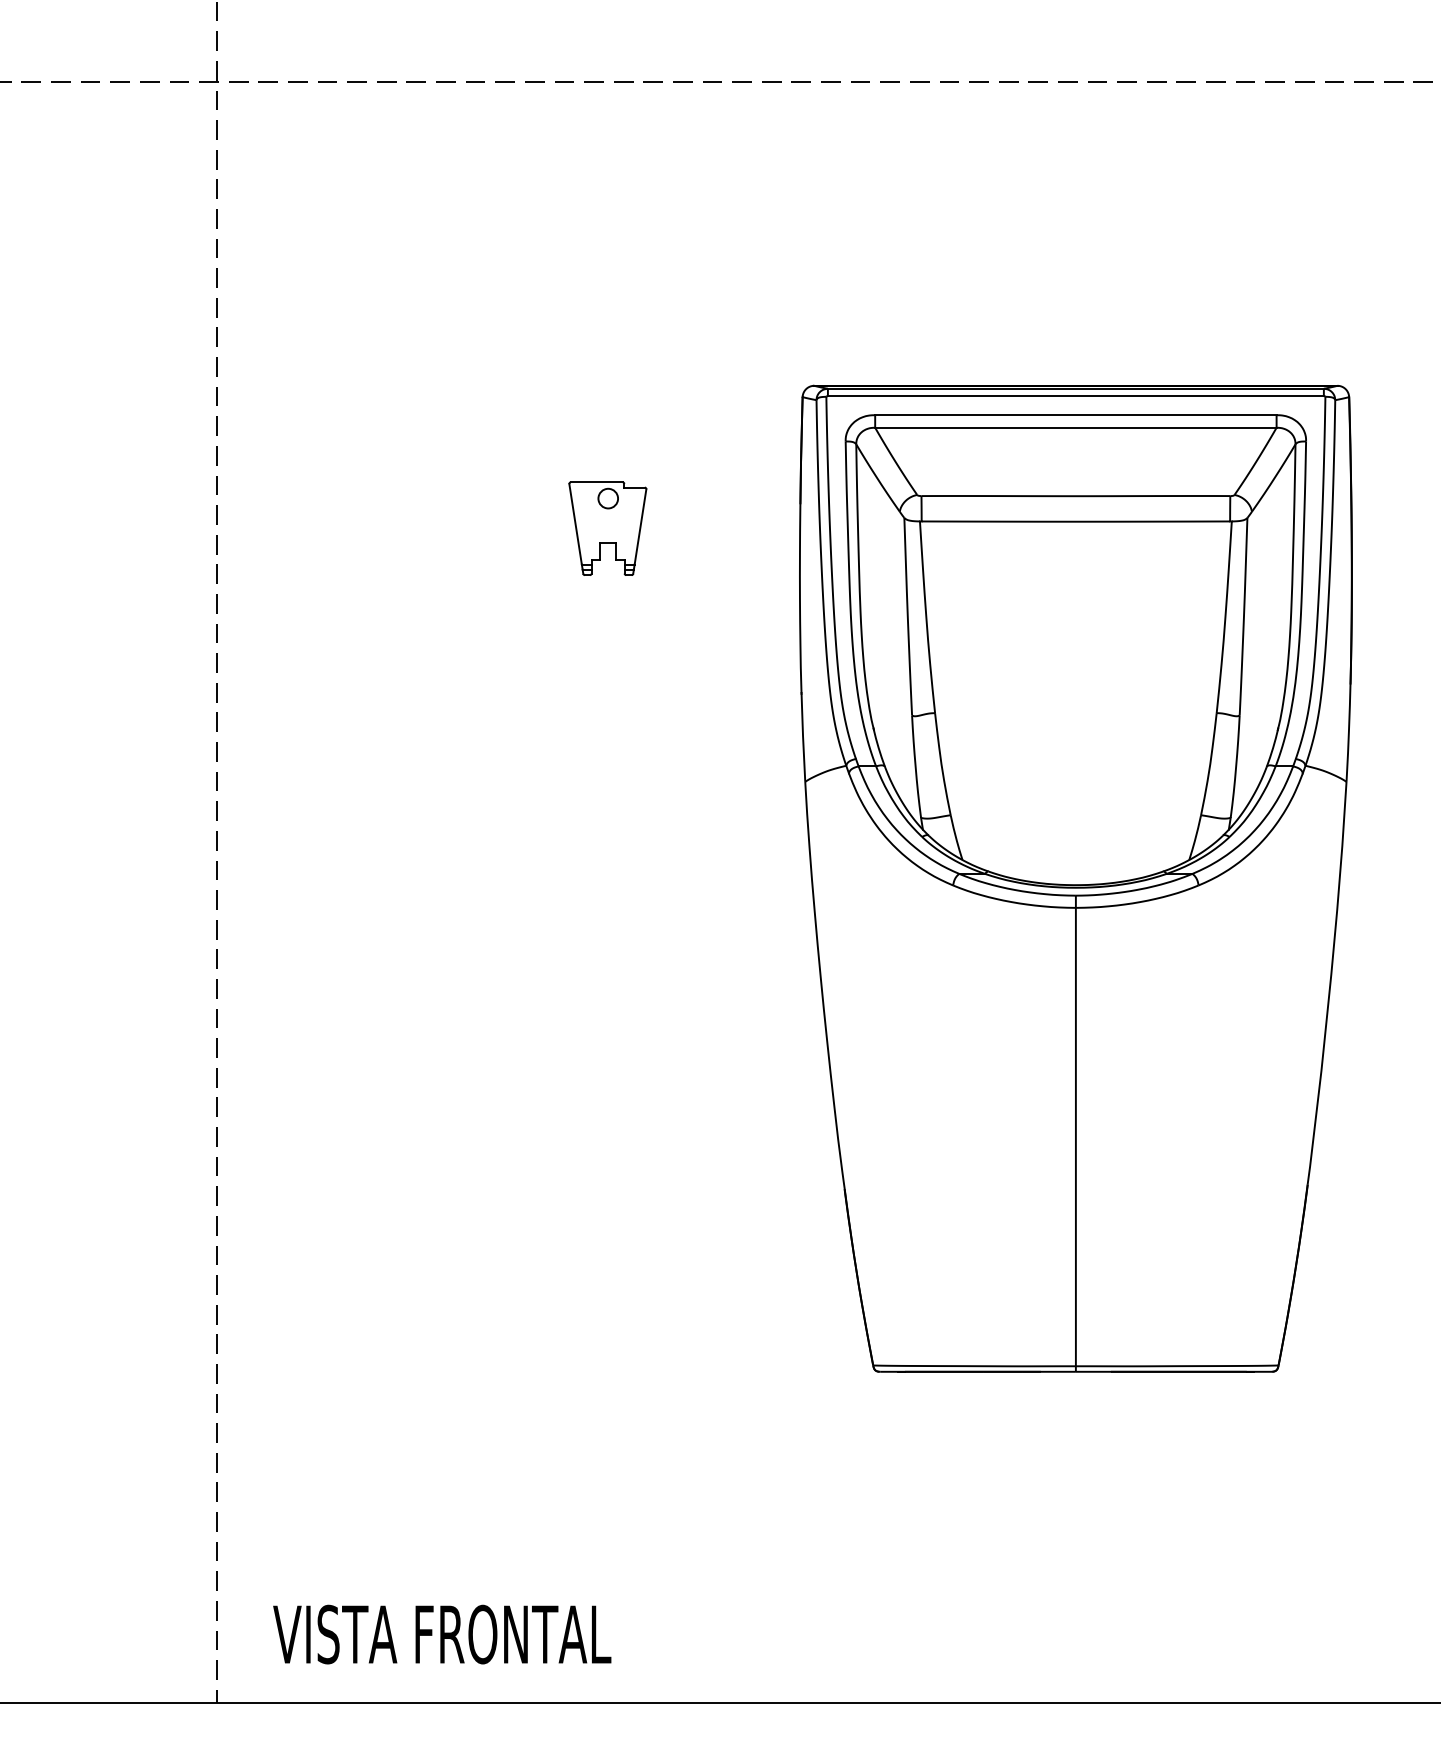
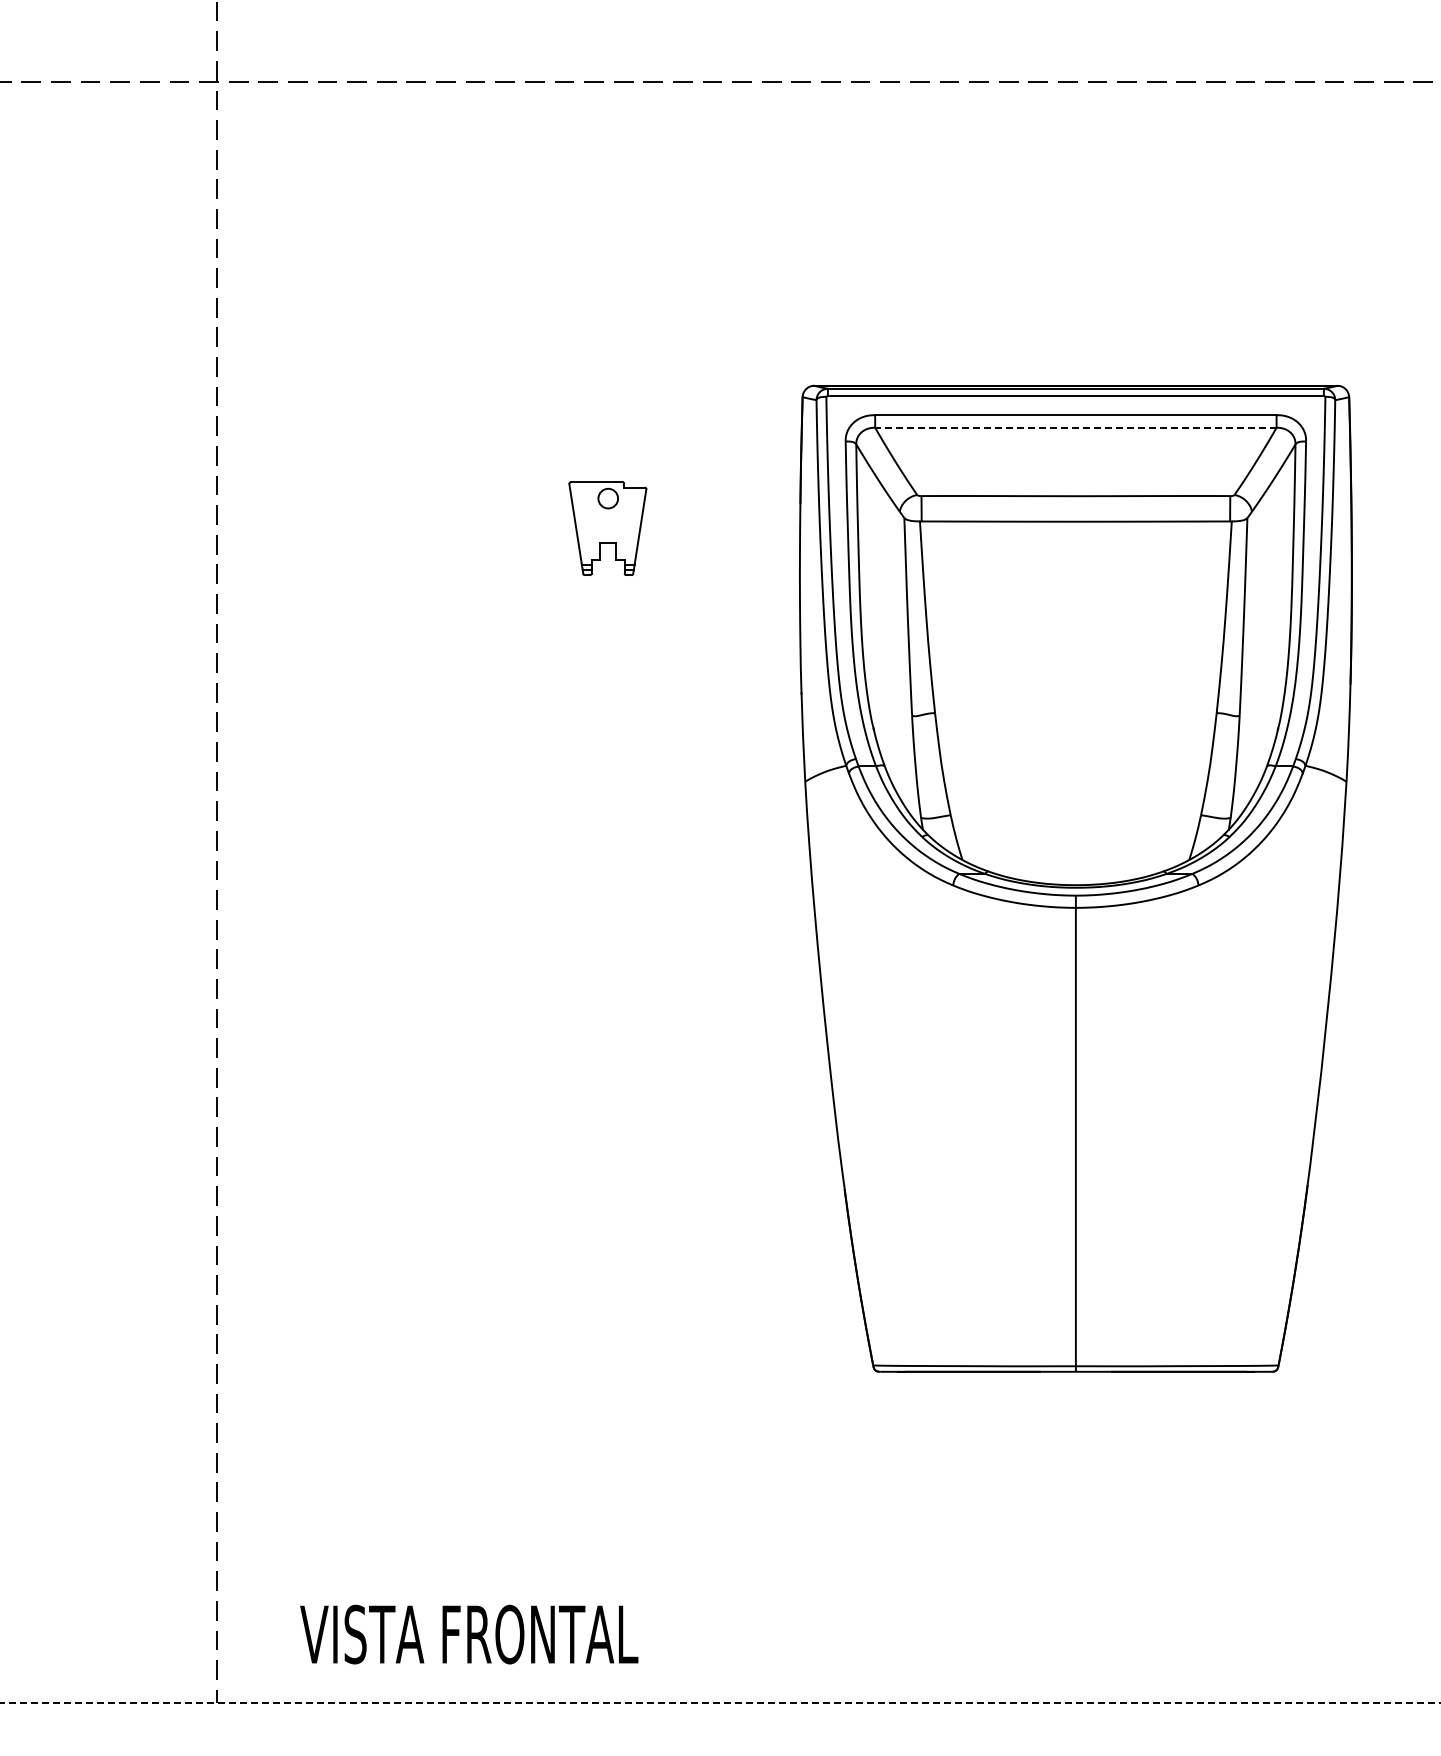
line at (1075, 427): solid -> dashed
text at (442, 1634) position: (442, 1634) -> (469, 1634)
line at (720, 1703): solid -> dashed
